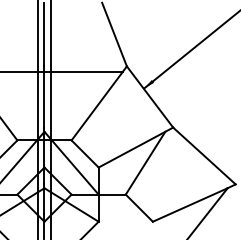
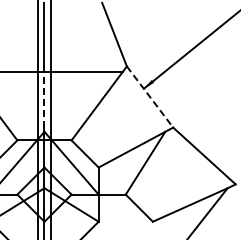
line at (44, 97): solid -> dashed
line at (150, 97): solid -> dashed
